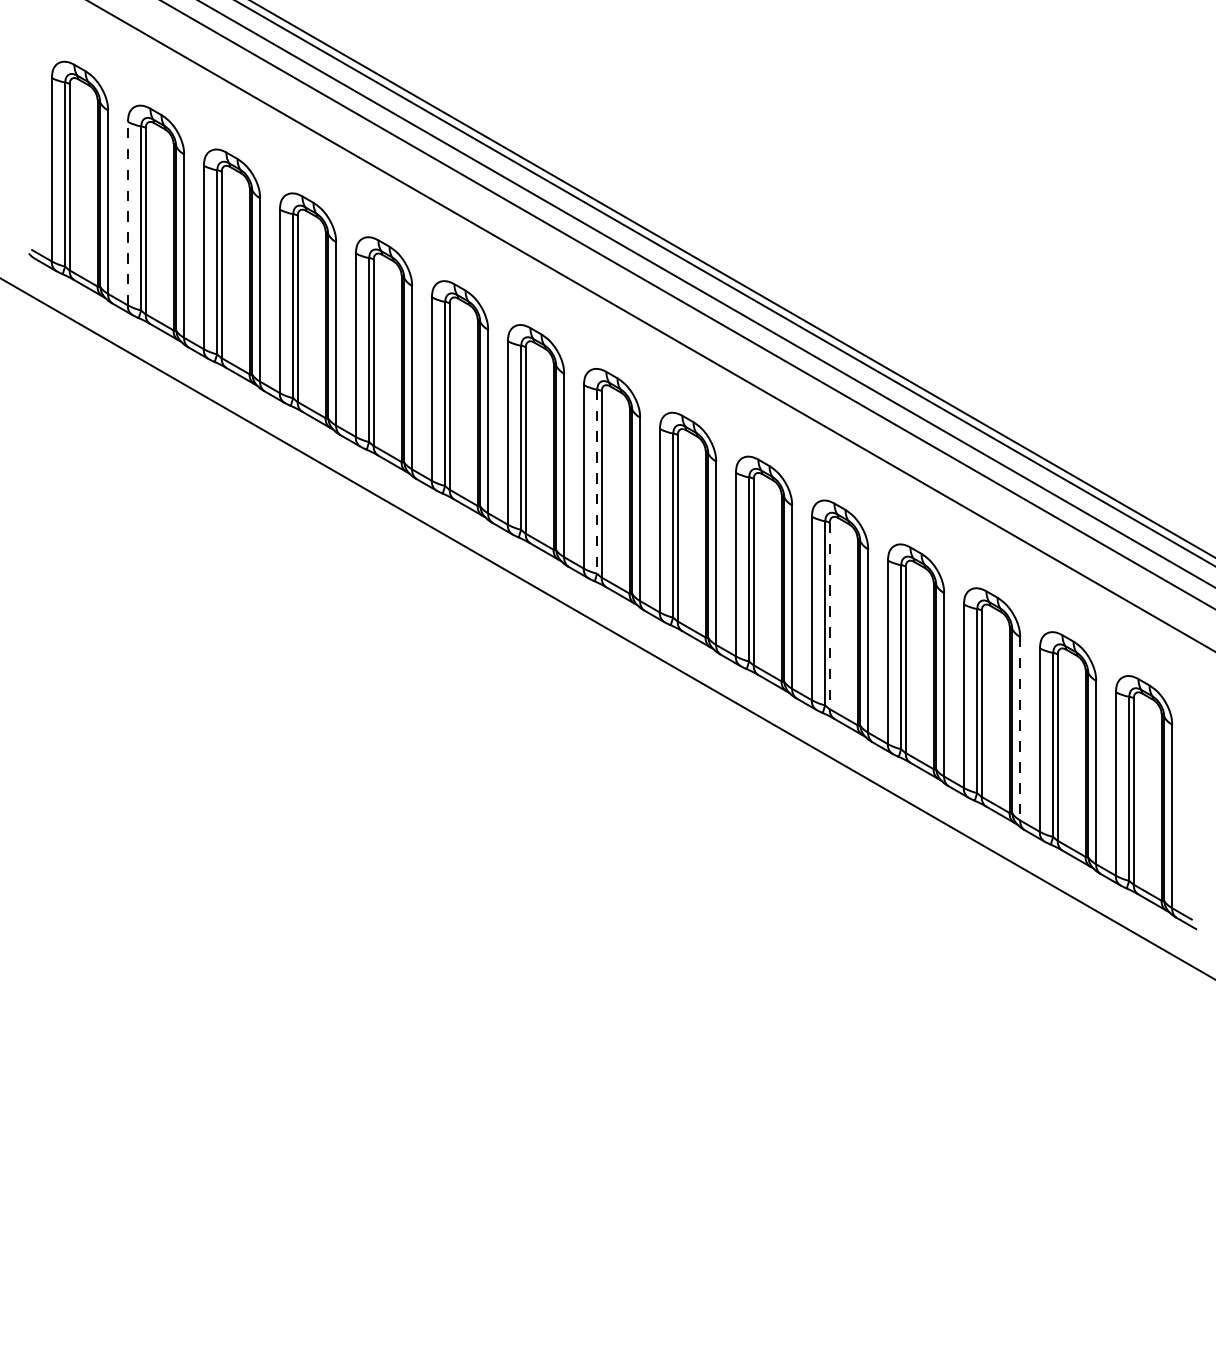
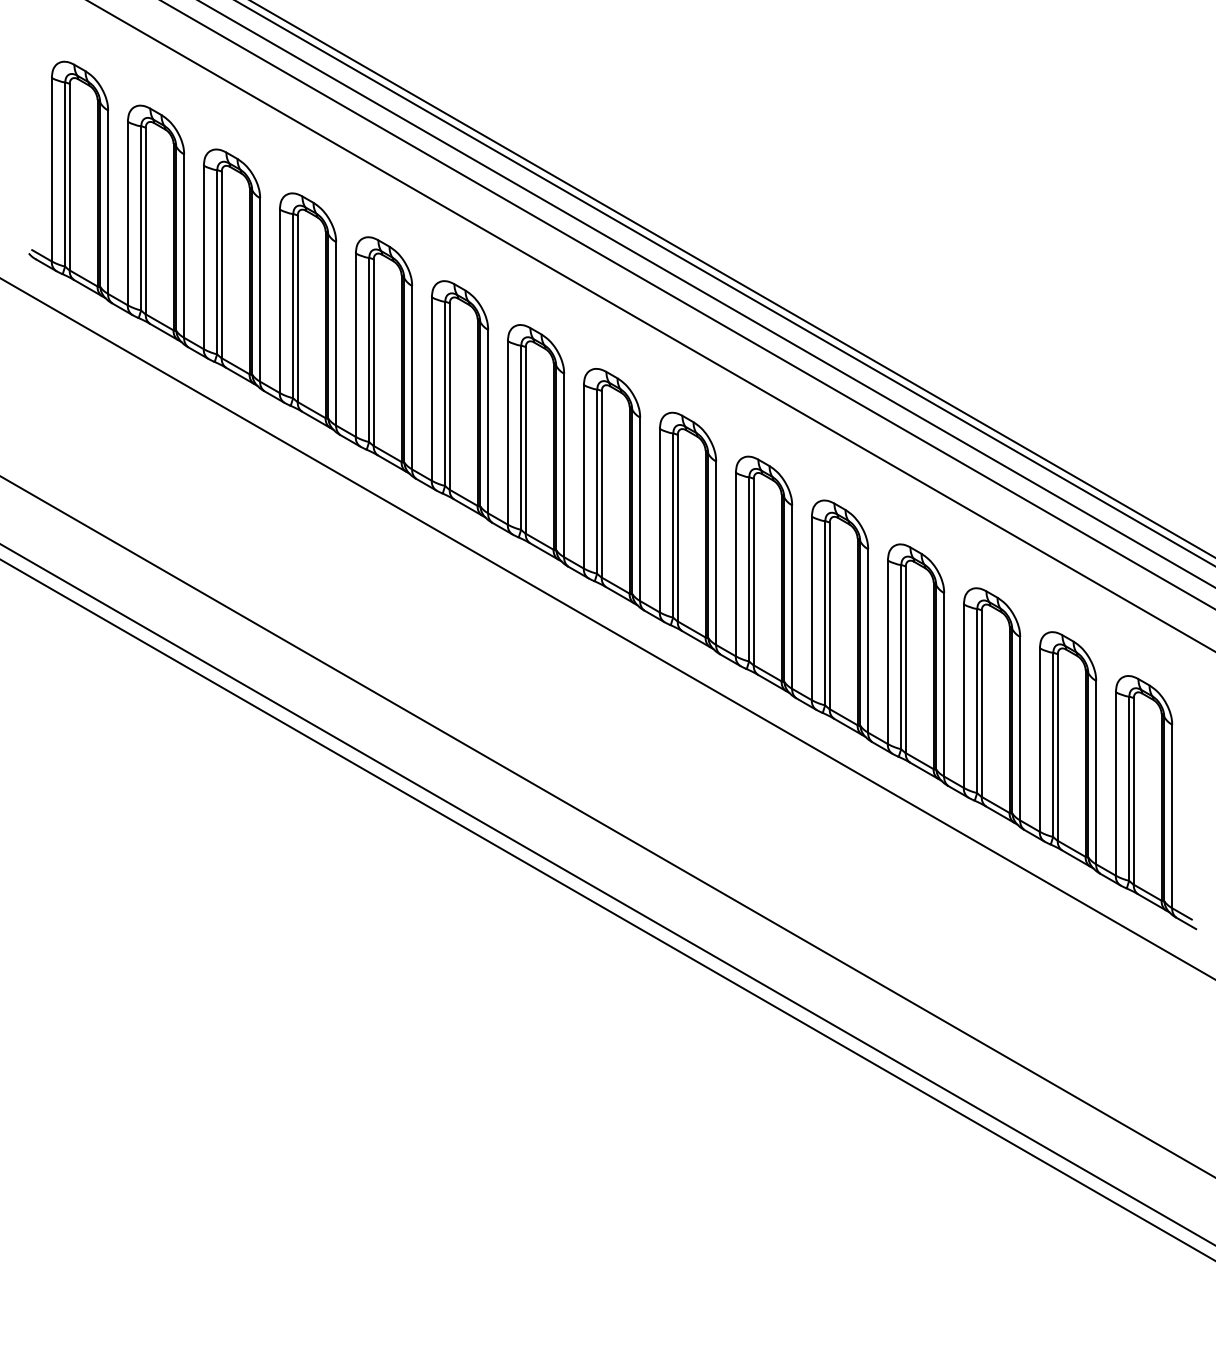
line at (127, 213): dashed -> solid
line at (597, 482): dashed -> solid
line at (829, 616): dashed -> solid
line at (1020, 728): dashed -> solid
line at (607, 826): none -> present
line at (607, 894): none -> present
line at (607, 909): none -> present
